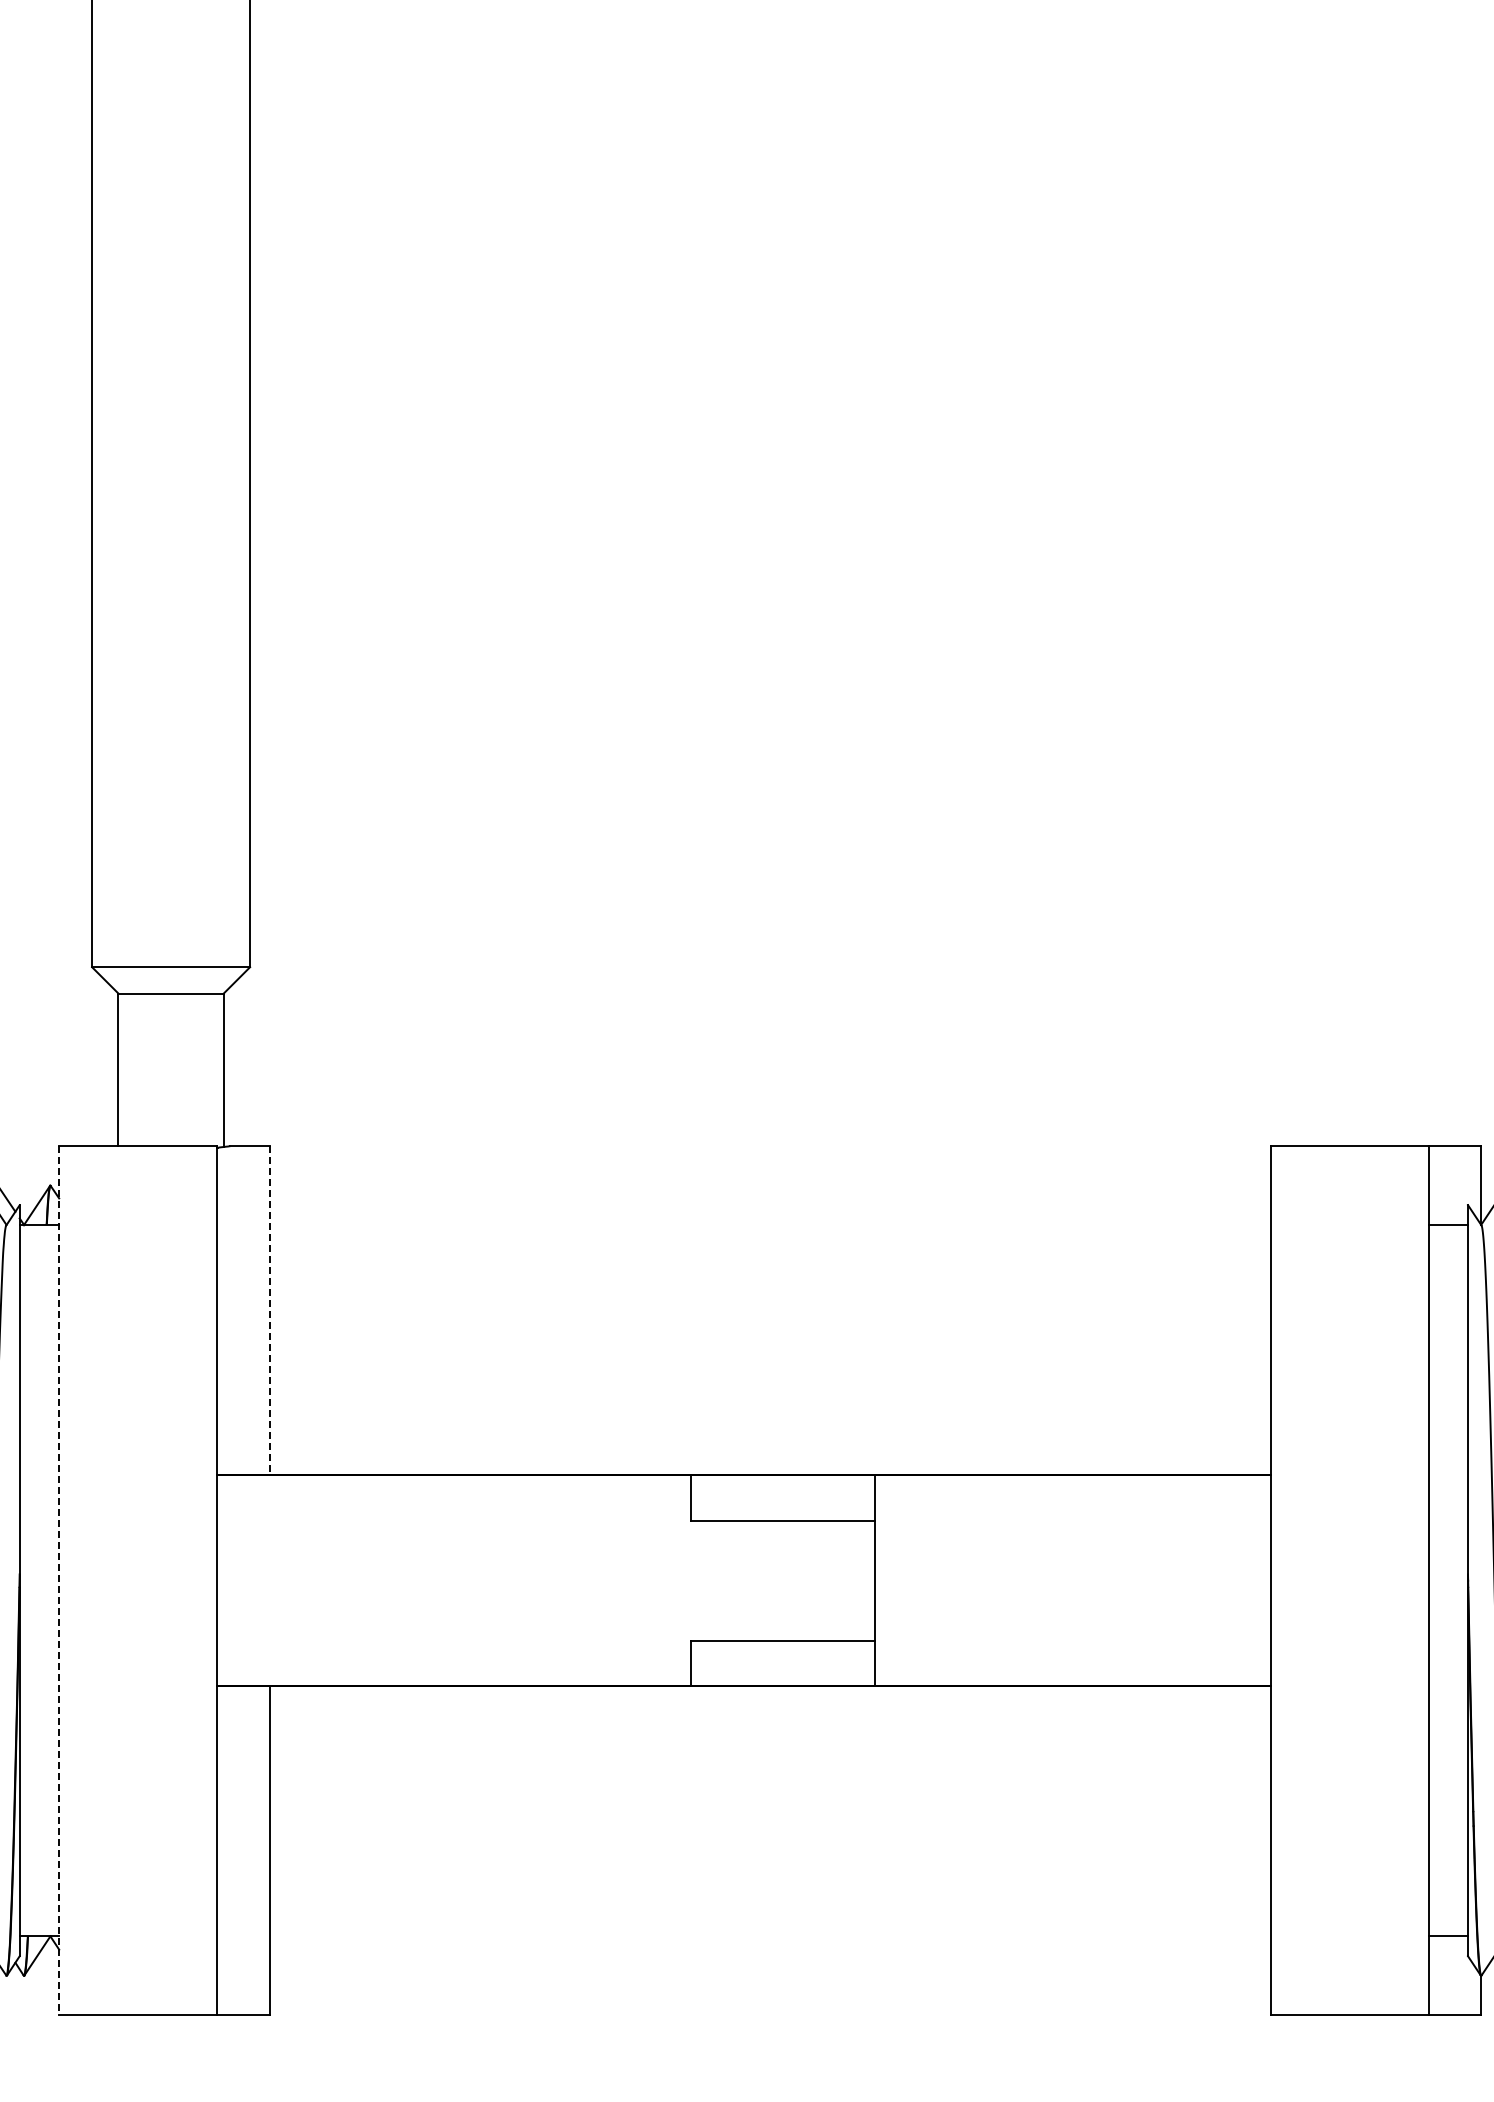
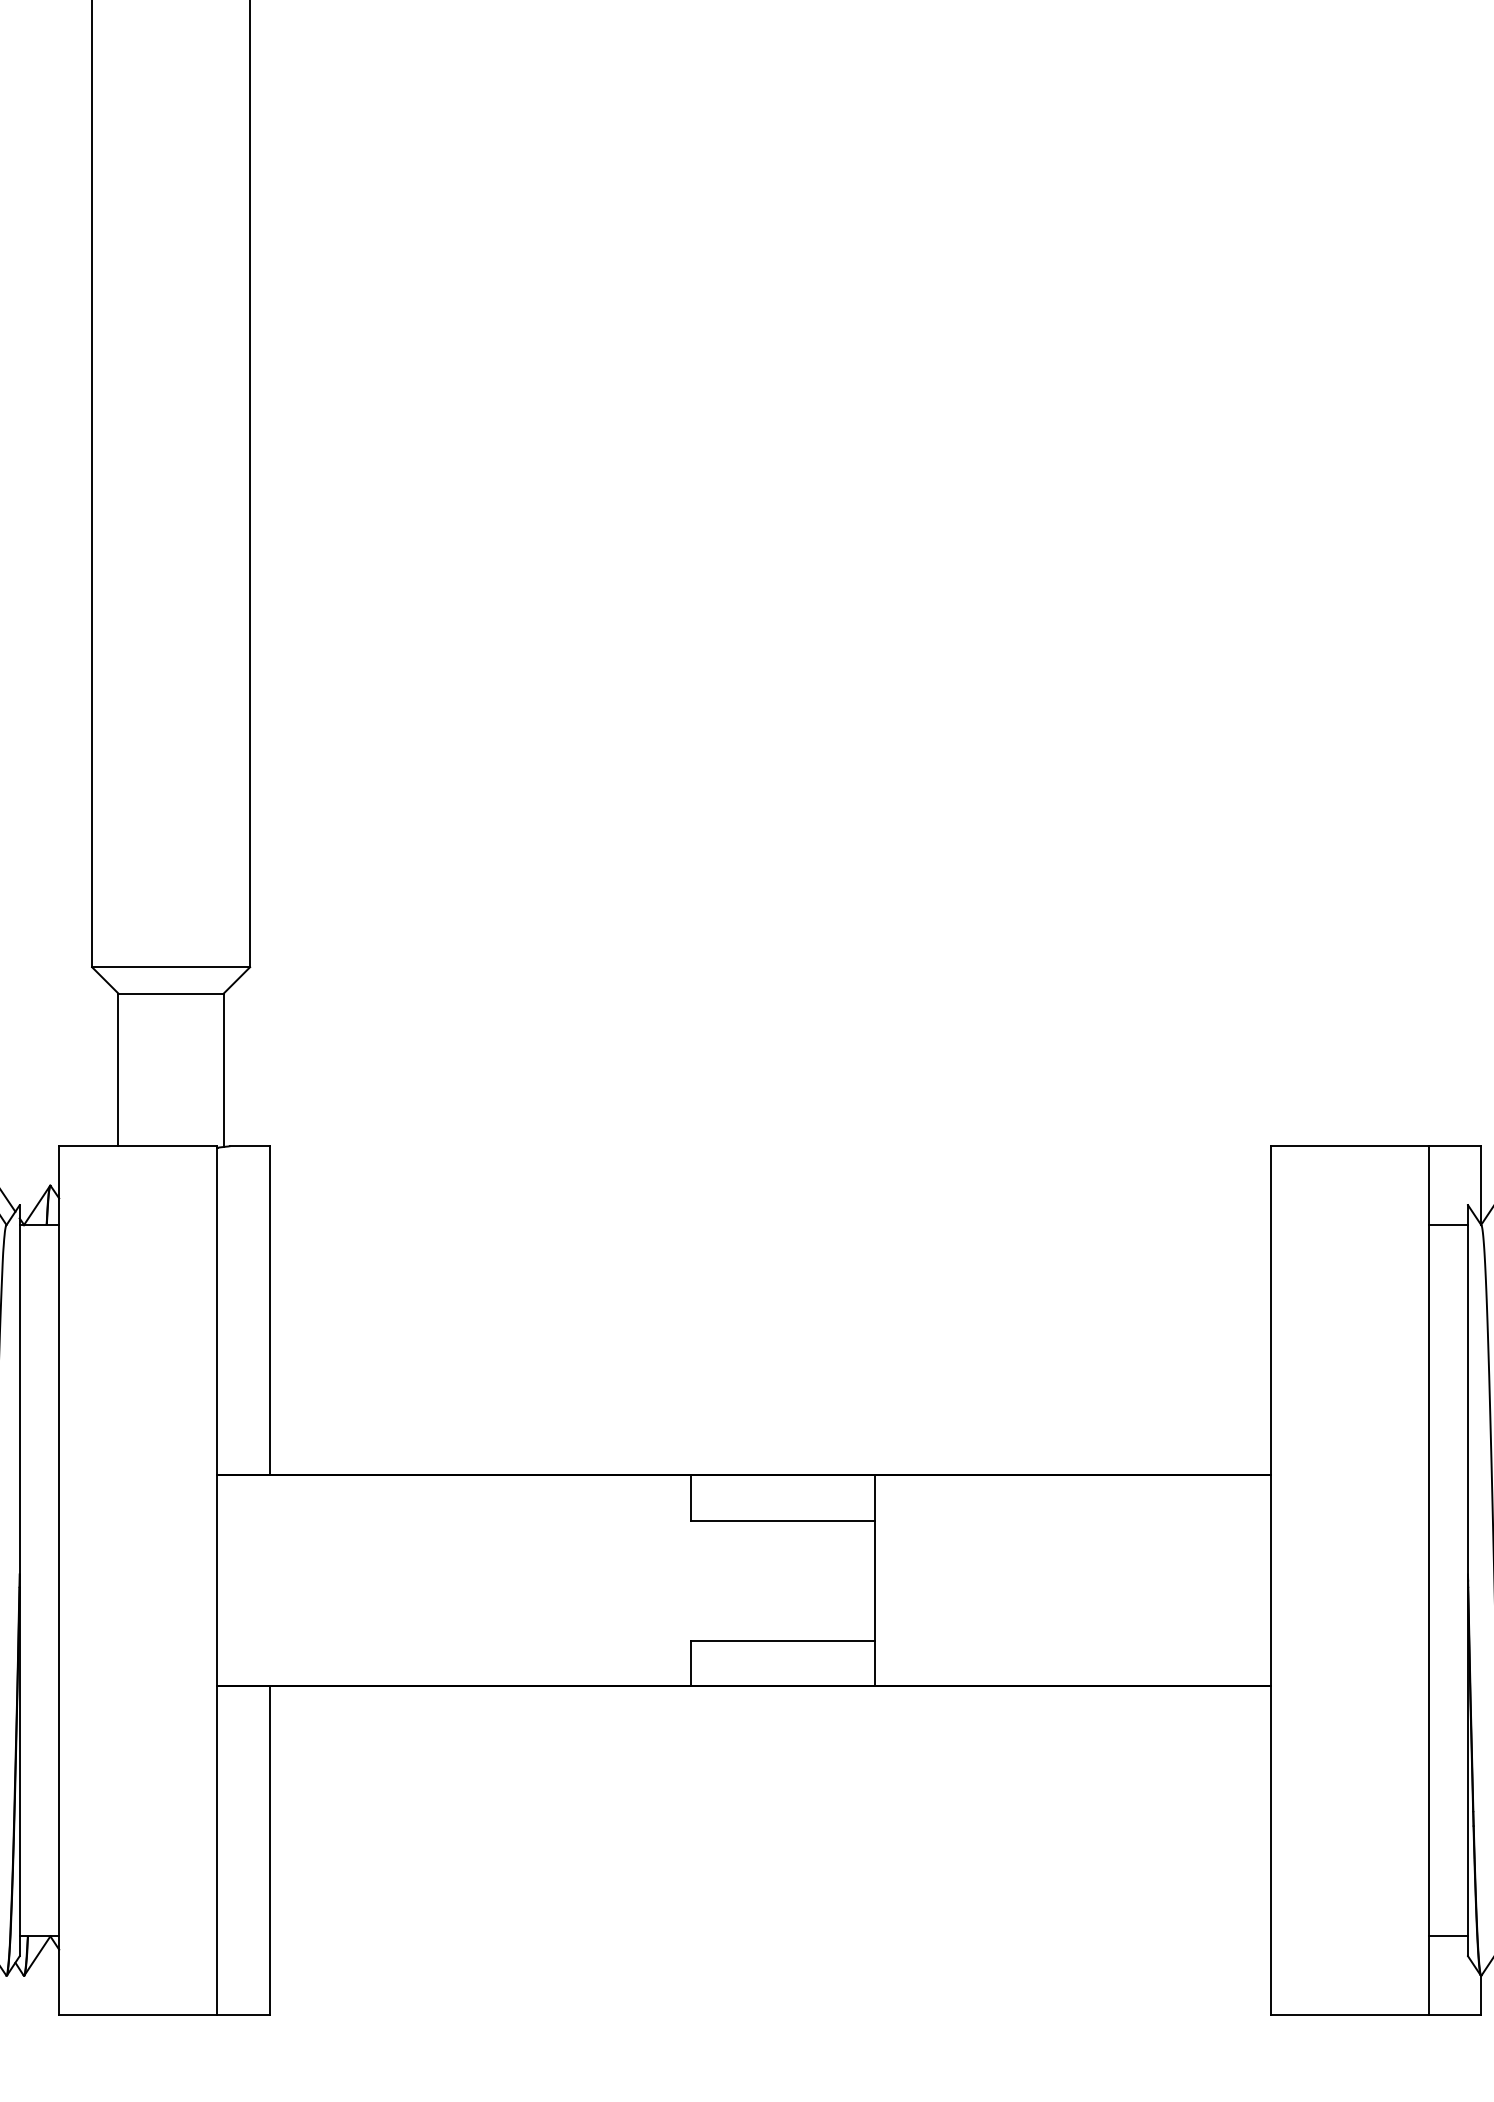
line at (269, 1310): dashed -> solid
line at (59, 1581): dashed -> solid
